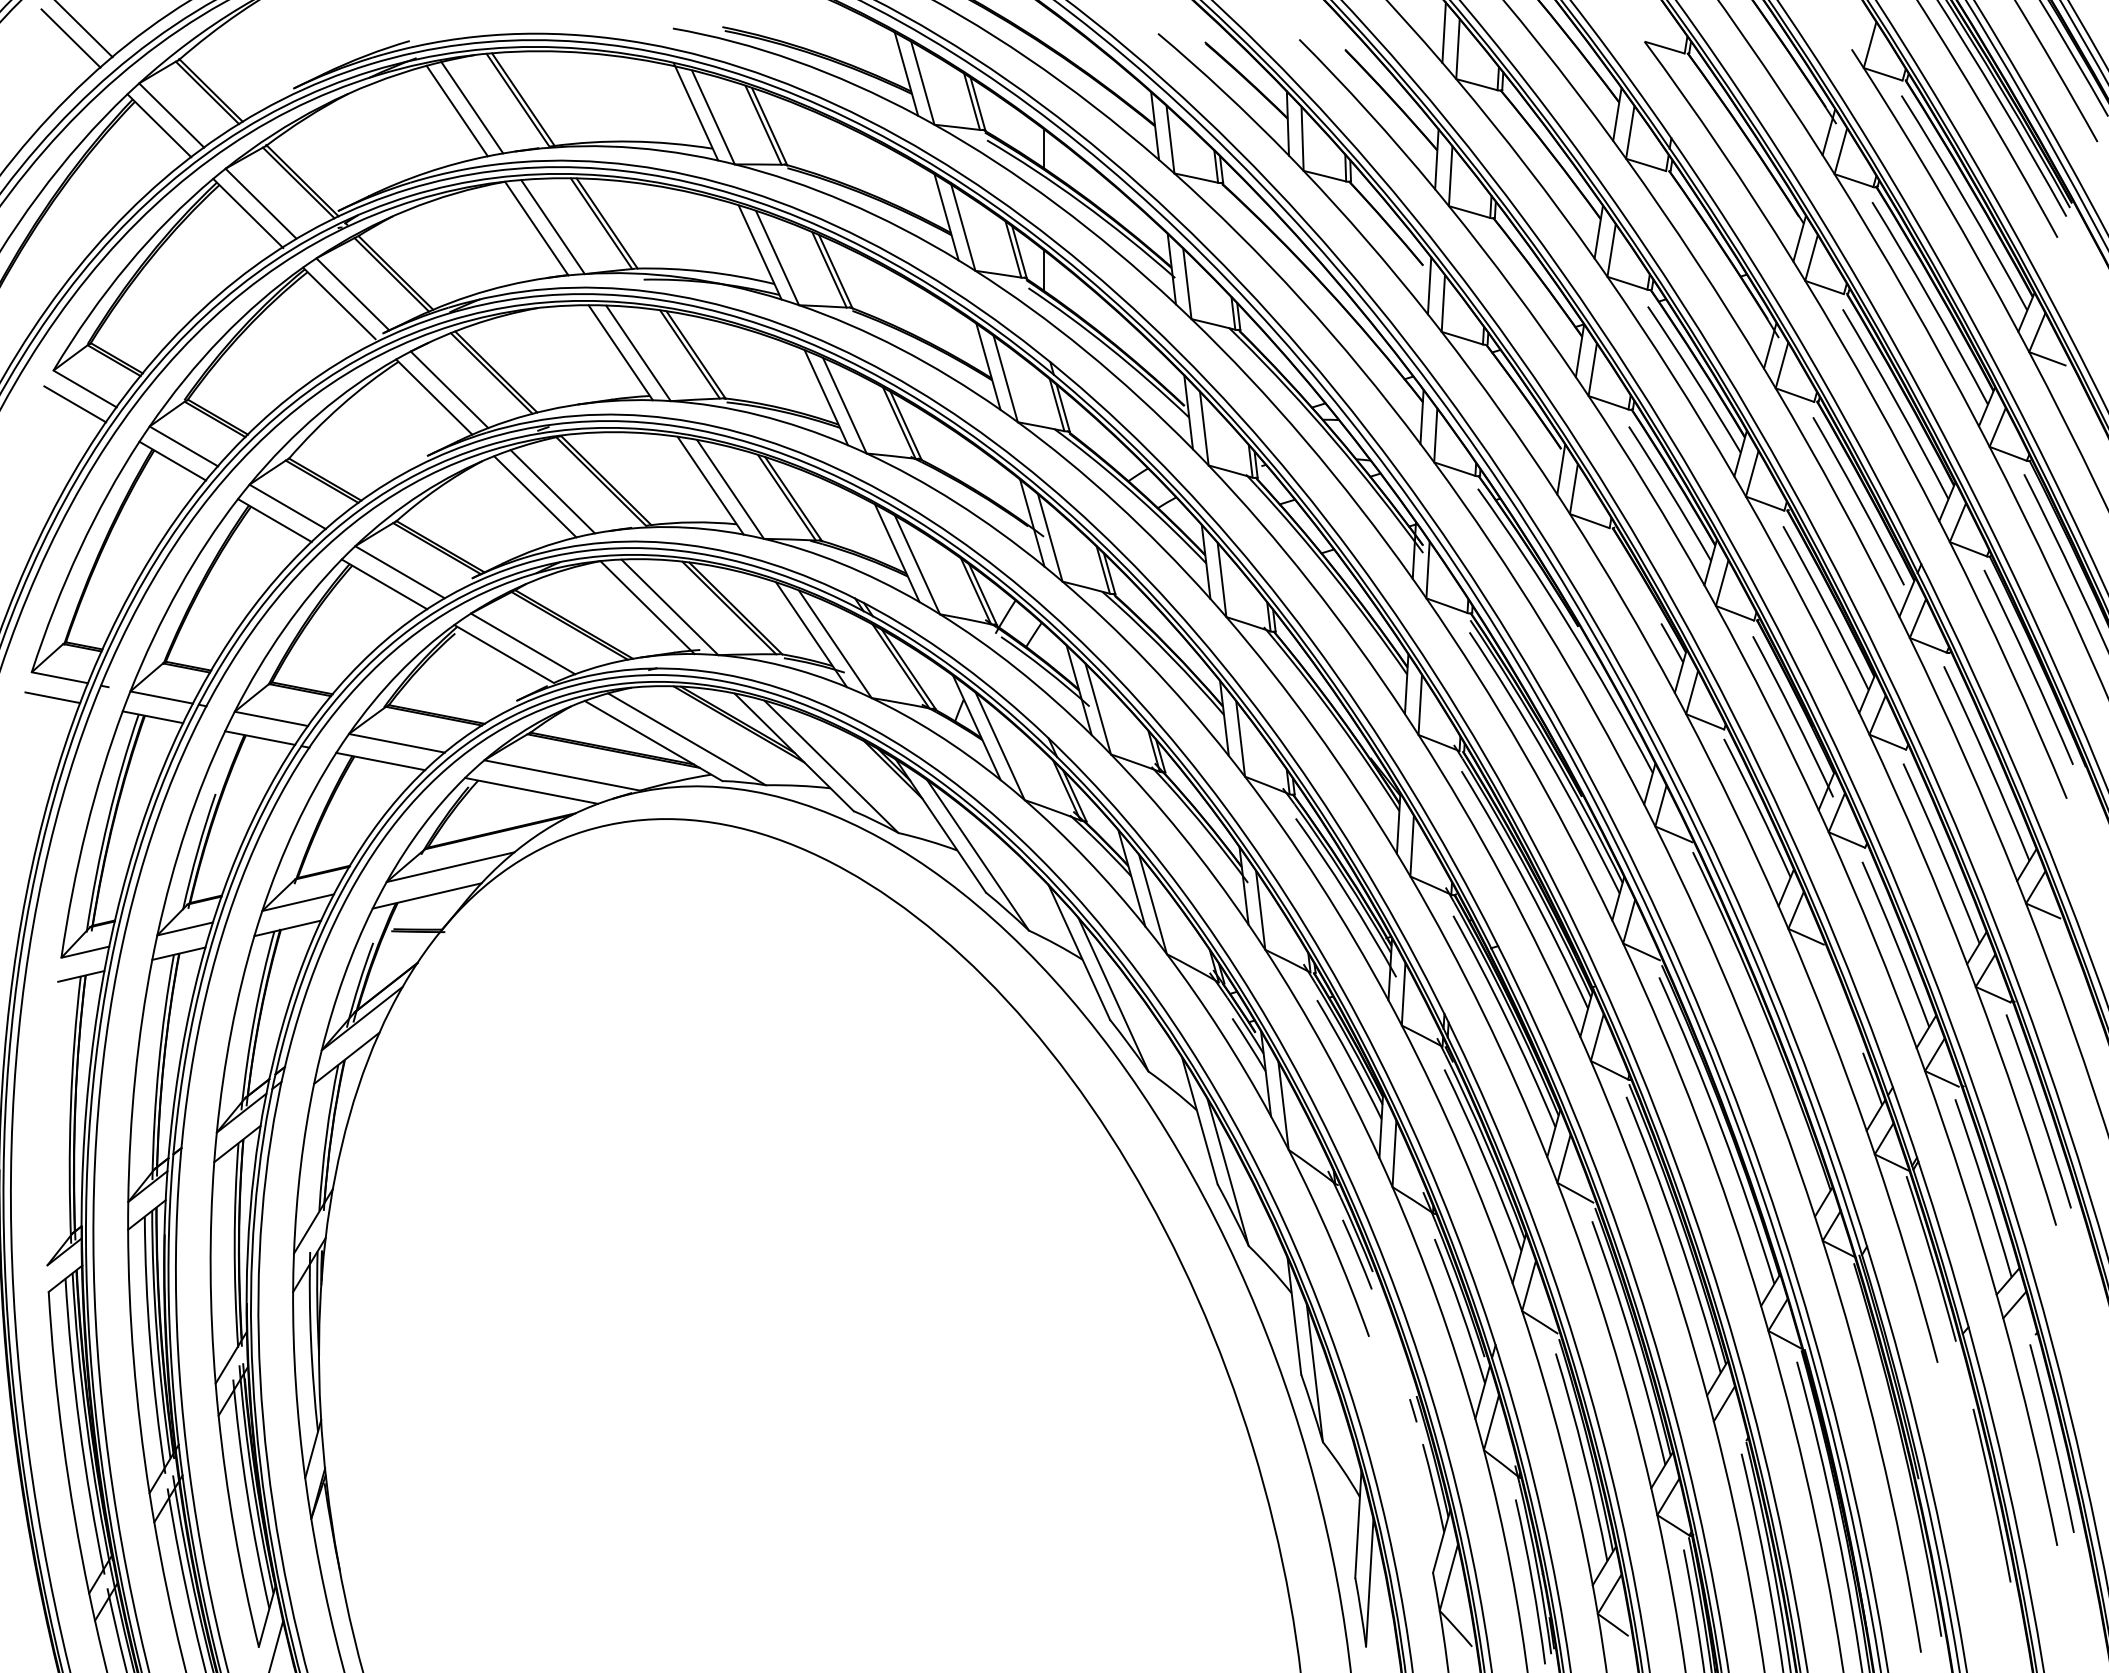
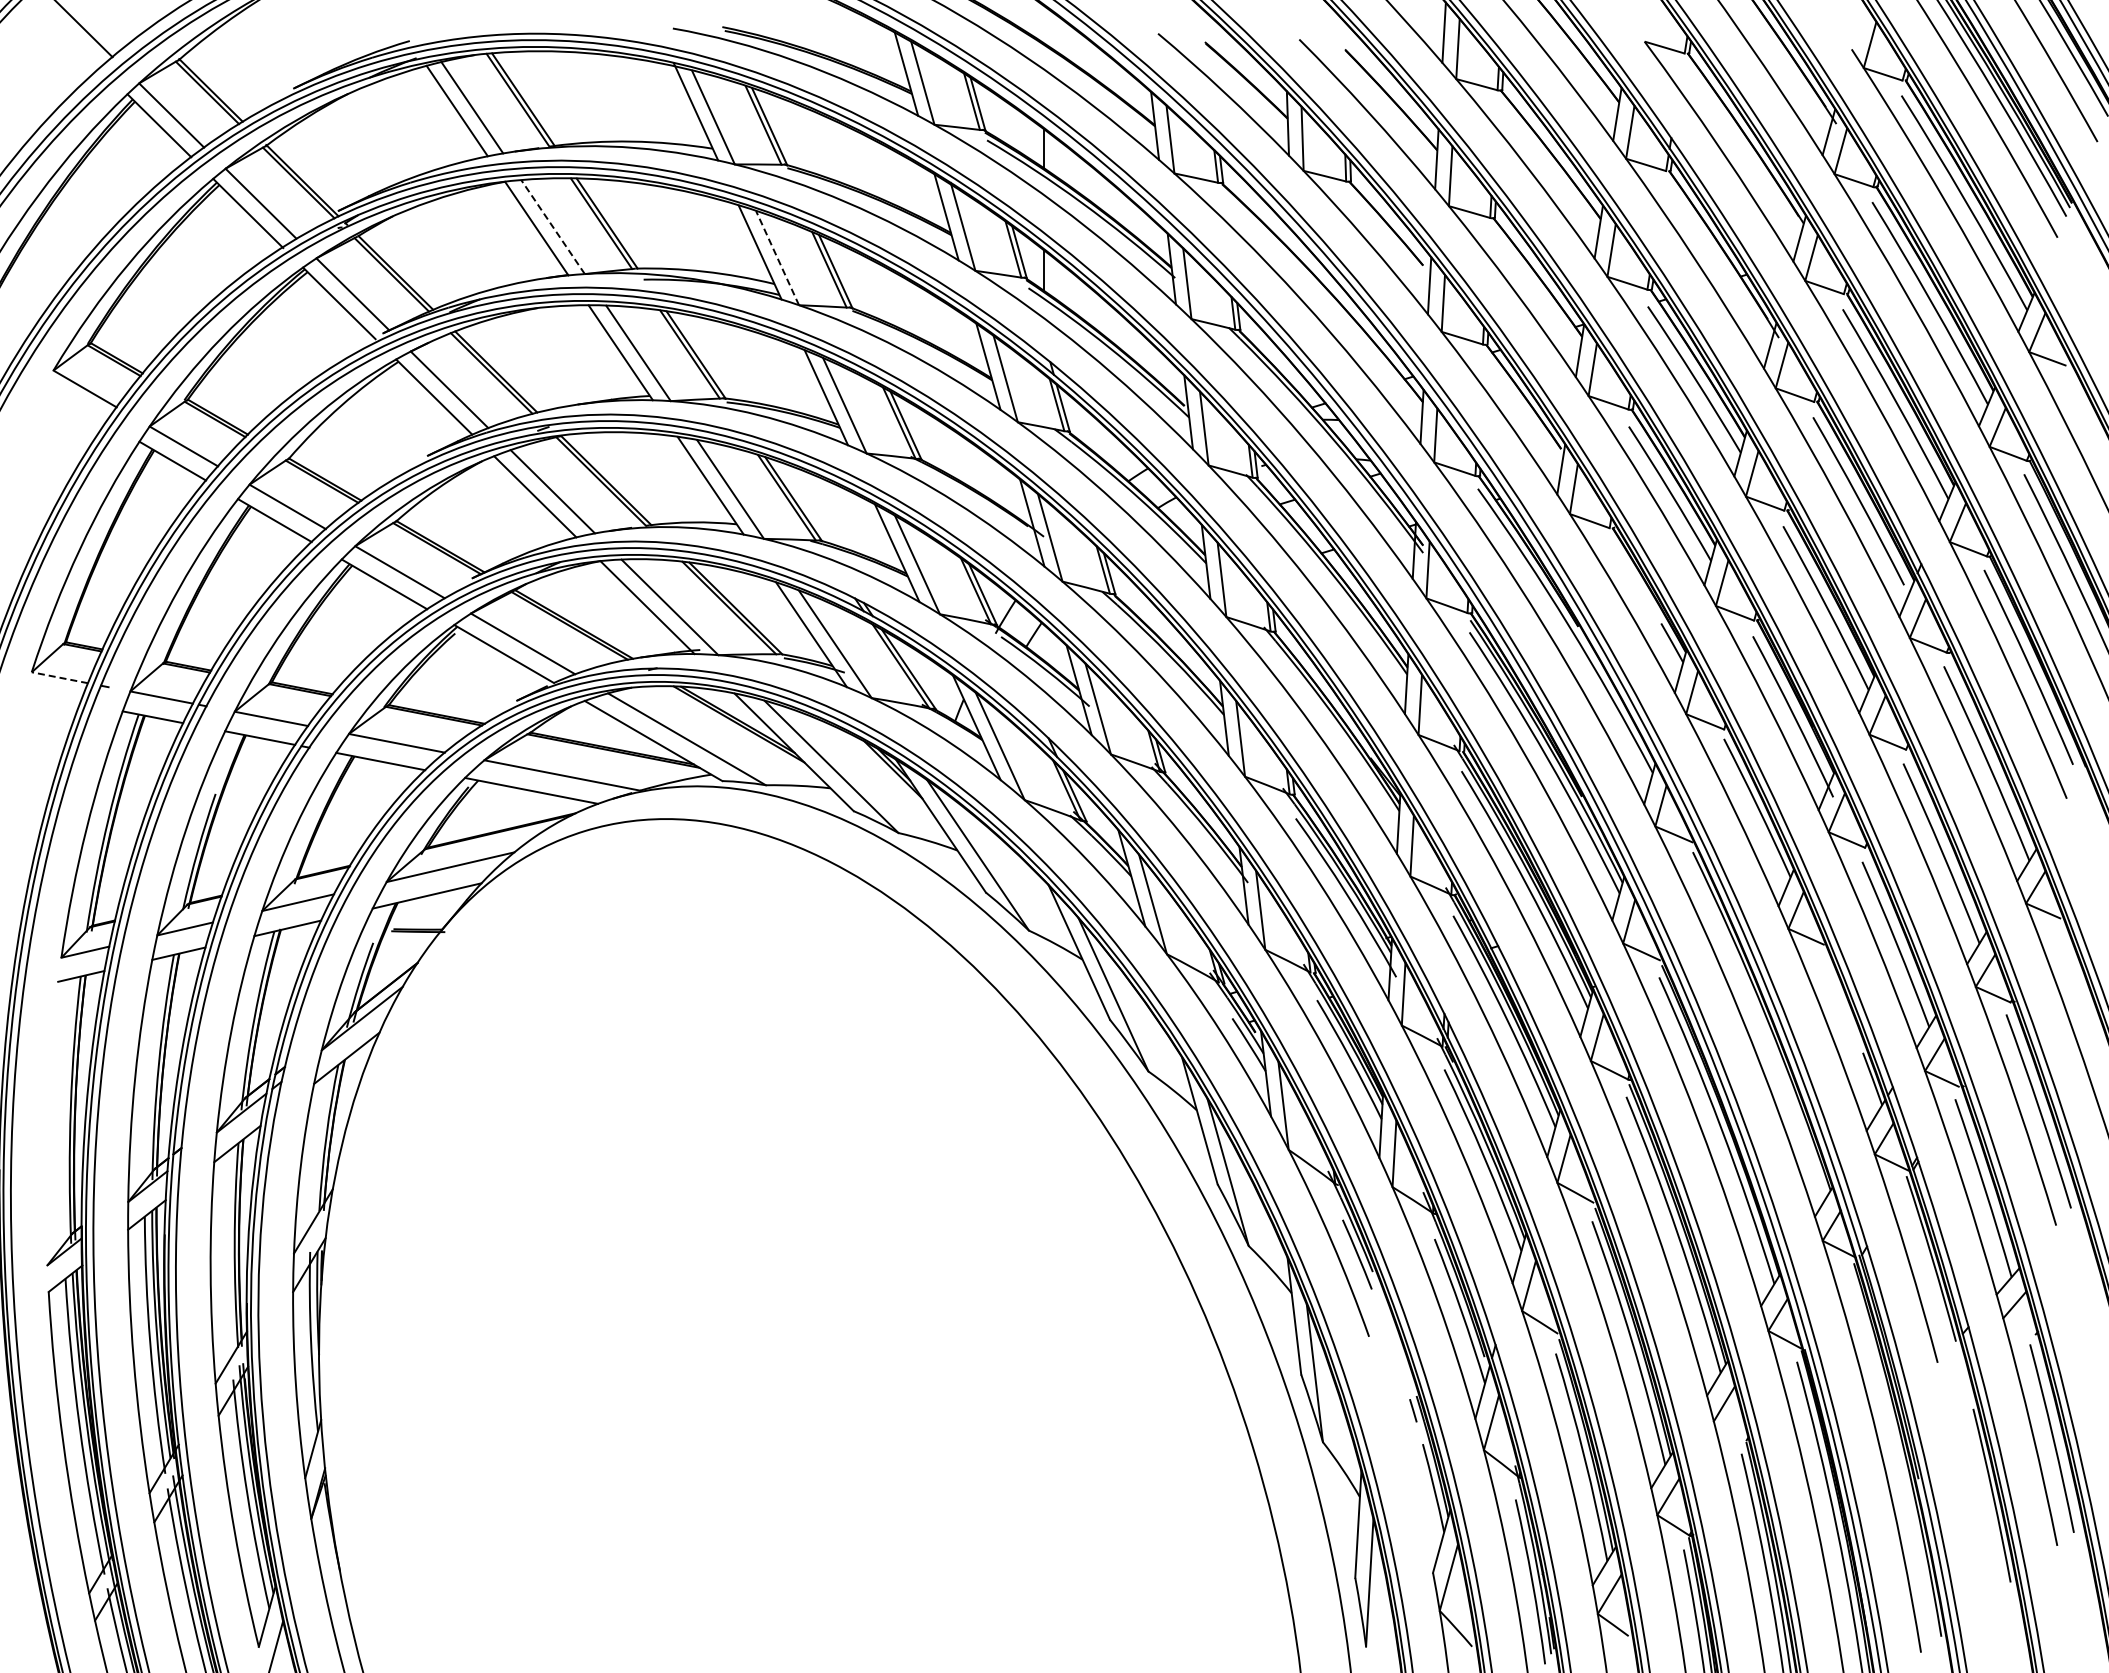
line at (70, 38): present -> none
line at (553, 227): solid -> dashed
line at (777, 258): solid -> dashed
line at (75, 404): present -> none
line at (59, 677): solid -> dashed
line at (52, 697): present -> none
